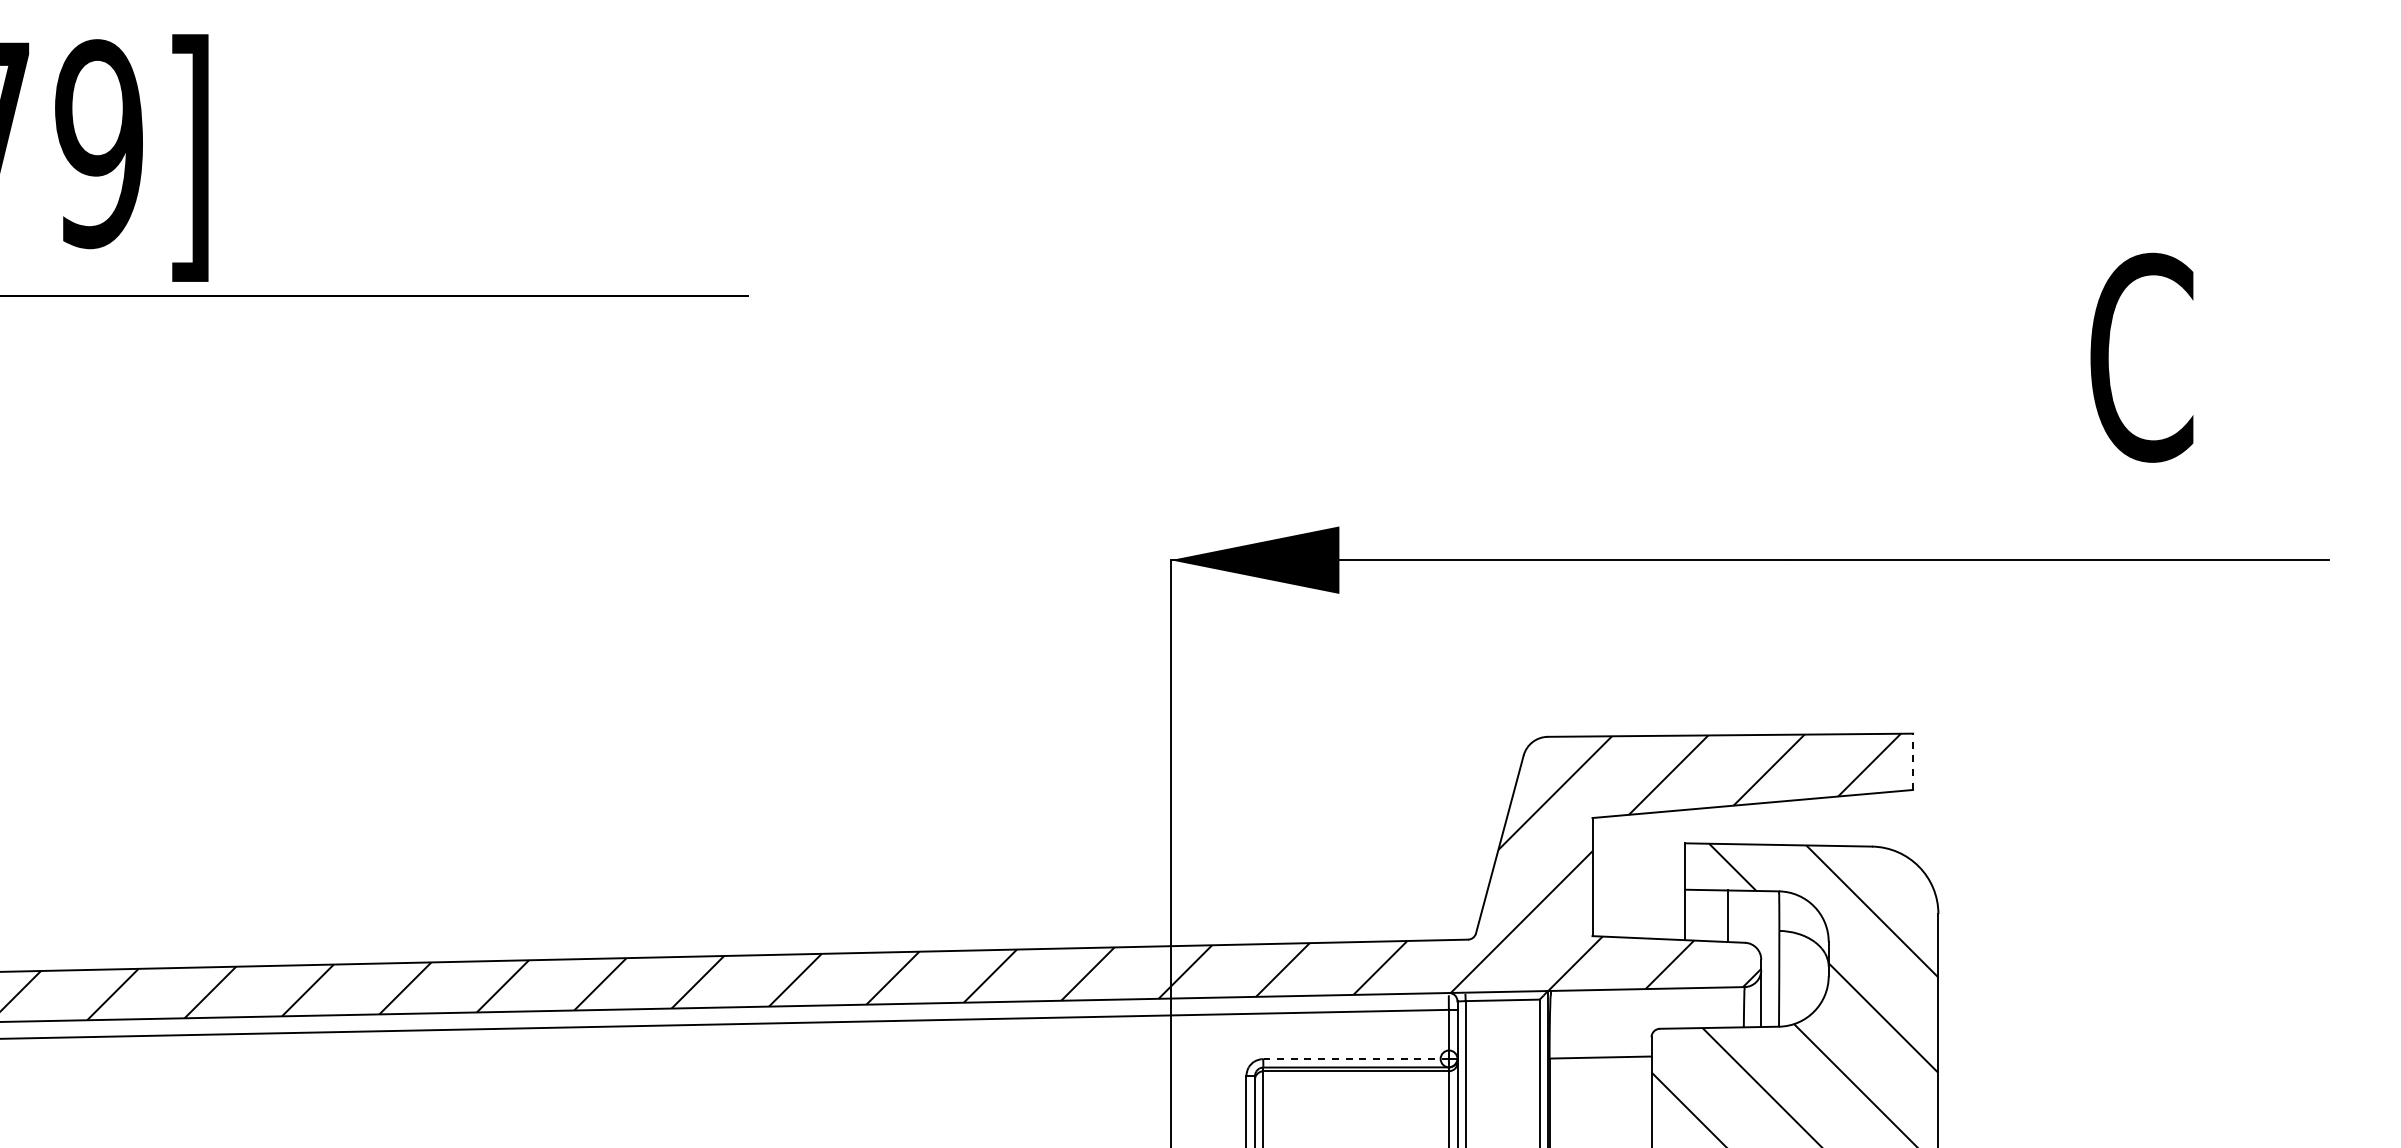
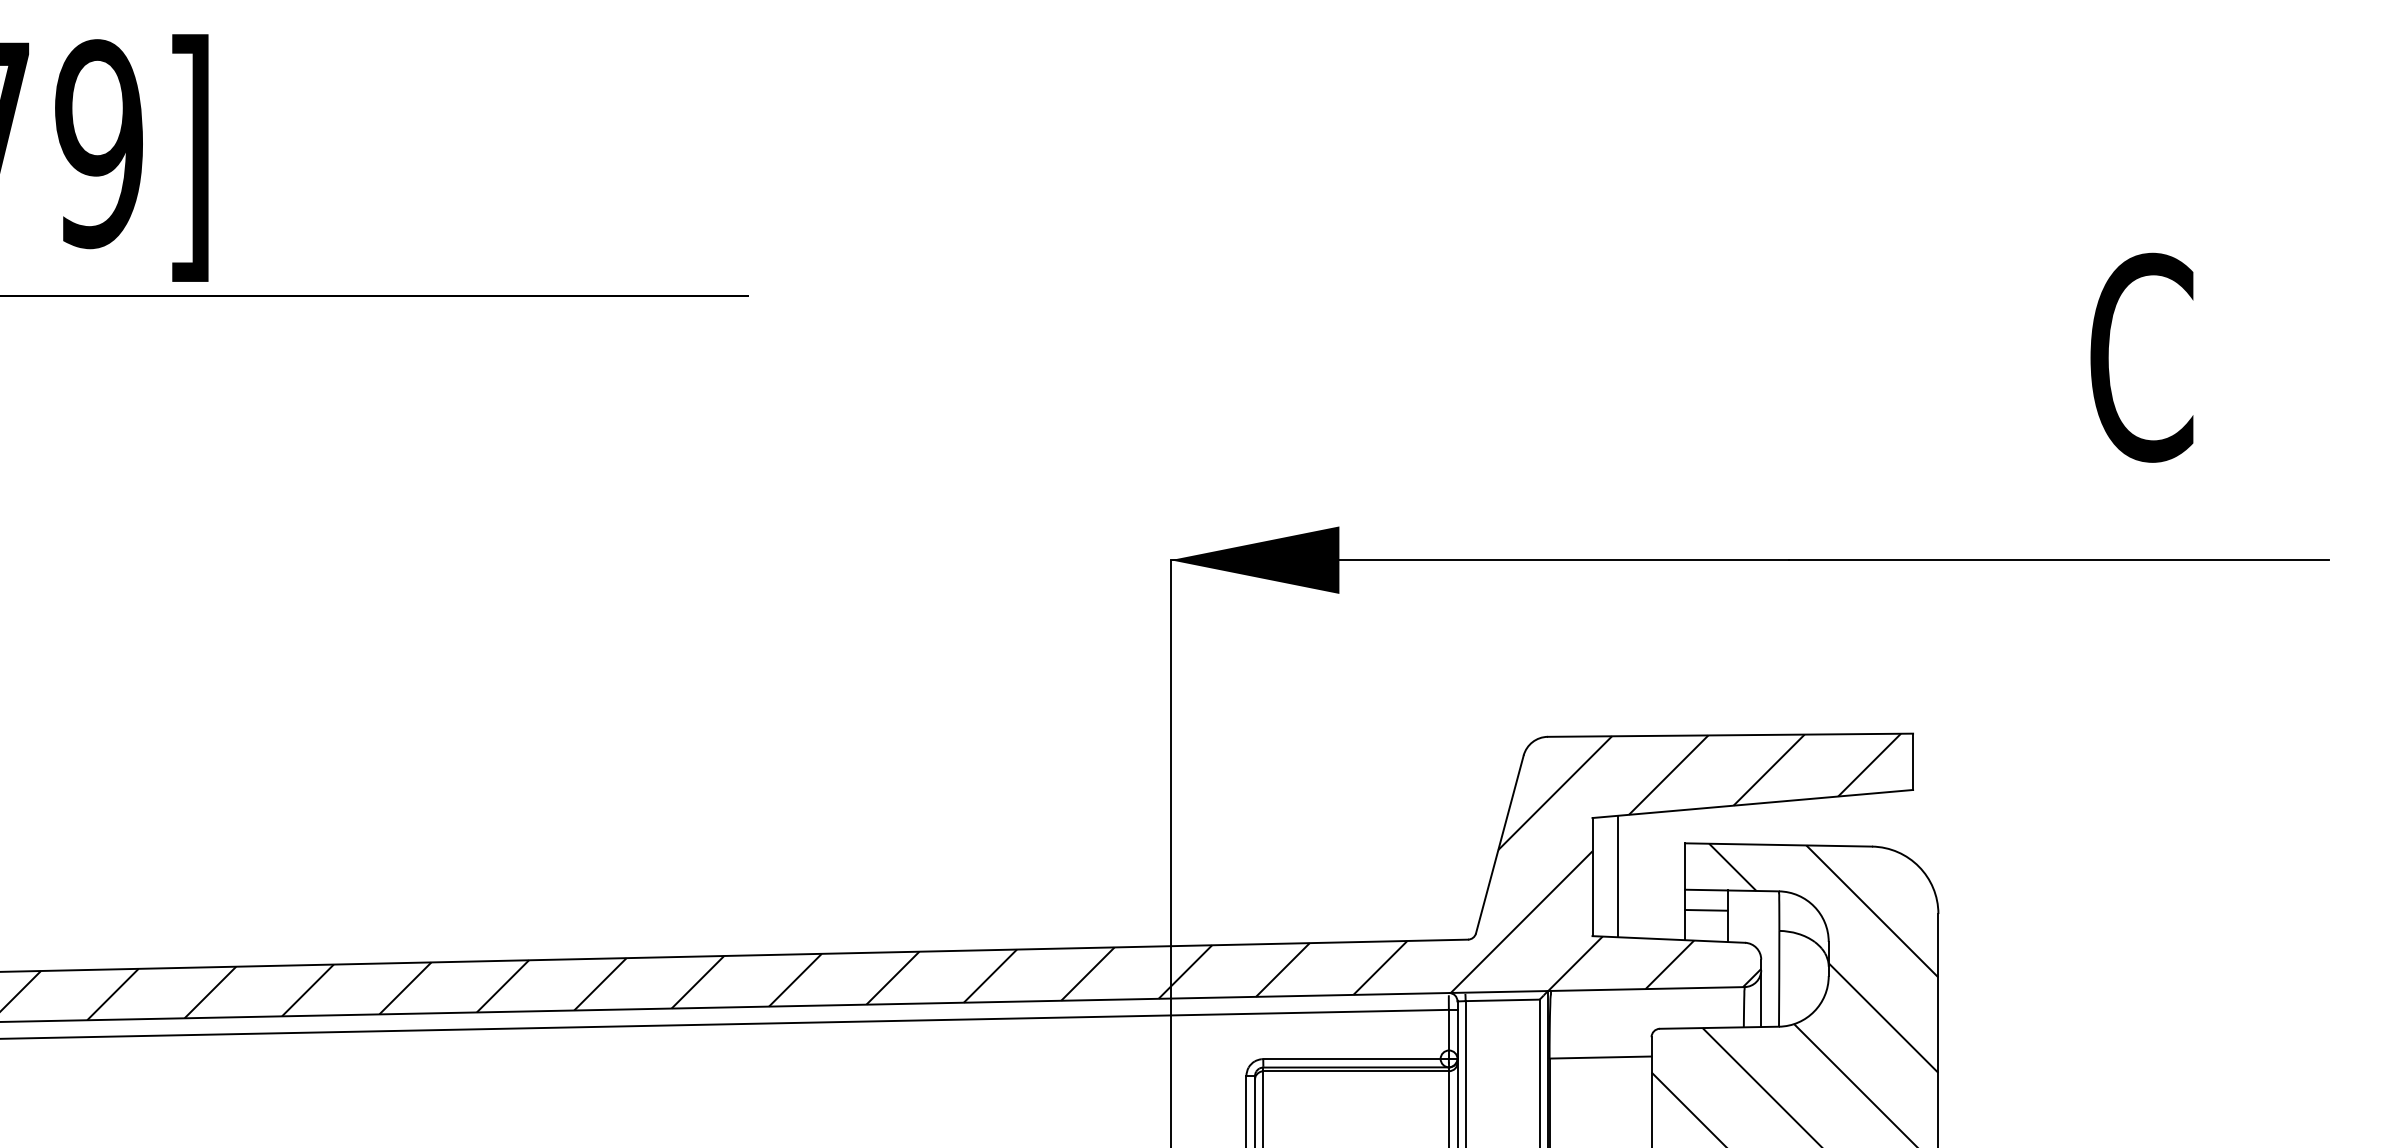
line at (1913, 761): dashed -> solid
line at (1617, 876): none -> present
line at (1706, 909): none -> present
line at (1356, 1059): dashed -> solid
